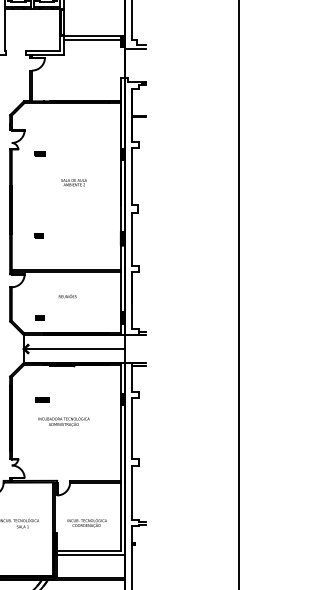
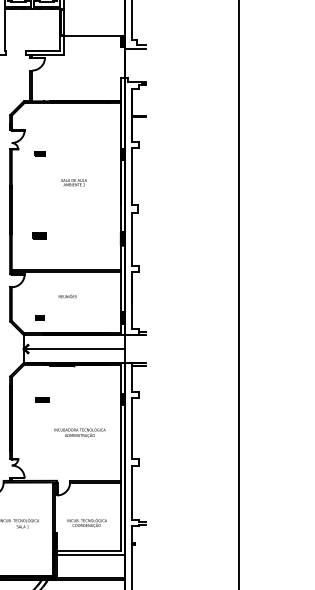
line at (91, 39): present -> none
part at (38, 235) size: 10x6 px -> 15x8 px
text at (63, 421) position: (63, 421) -> (79, 432)
